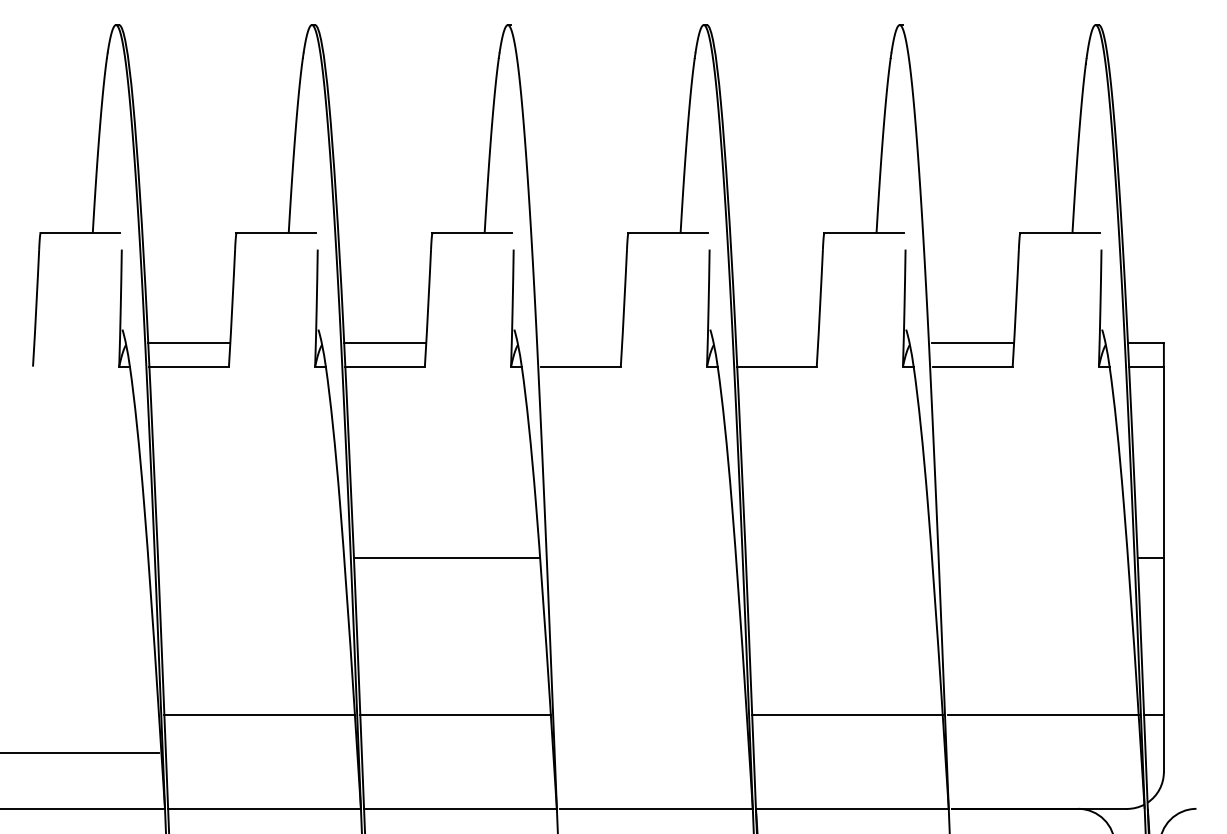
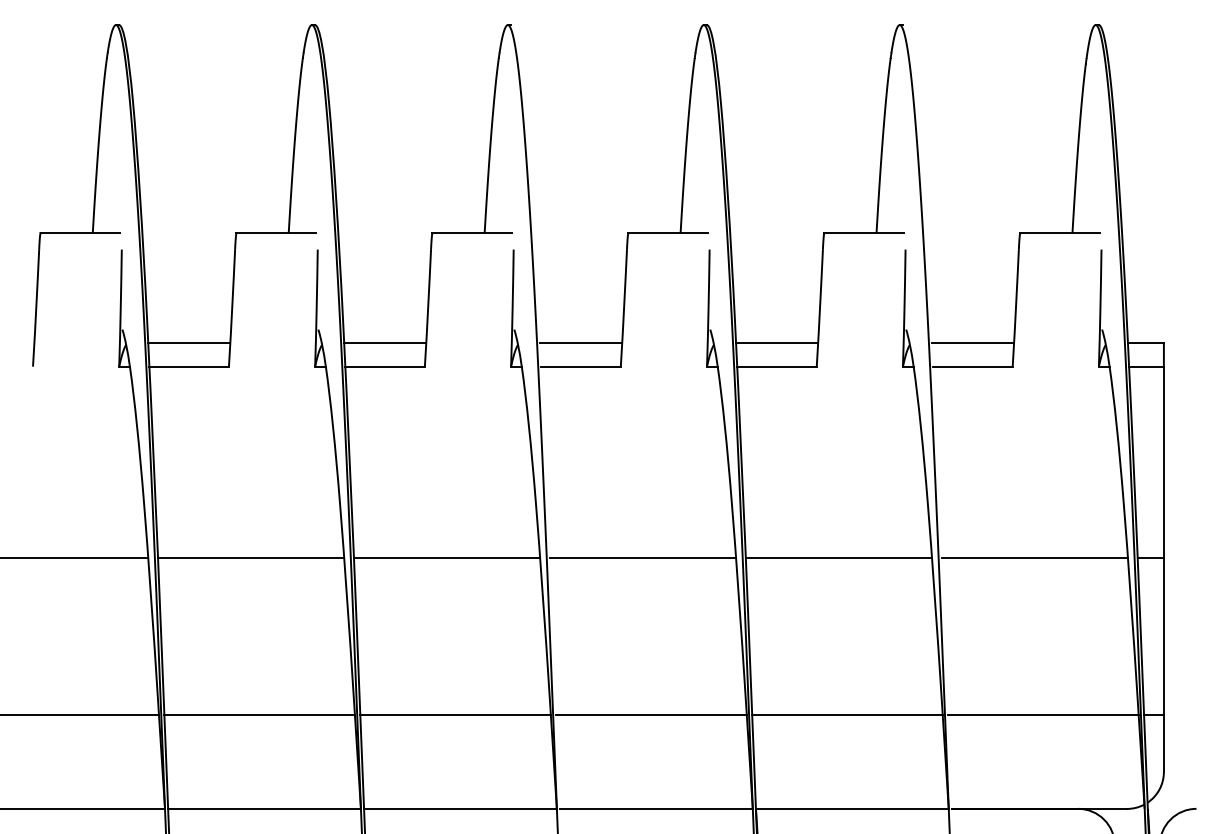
line at (581, 342): none -> present
line at (777, 342): none -> present
line at (75, 558): none -> present
line at (250, 558): none -> present
line at (642, 558): none -> present
line at (838, 558): none -> present
line at (1034, 558): none -> present
line at (651, 714): none -> present
line at (80, 752) position: (80, 752) -> (80, 714)
